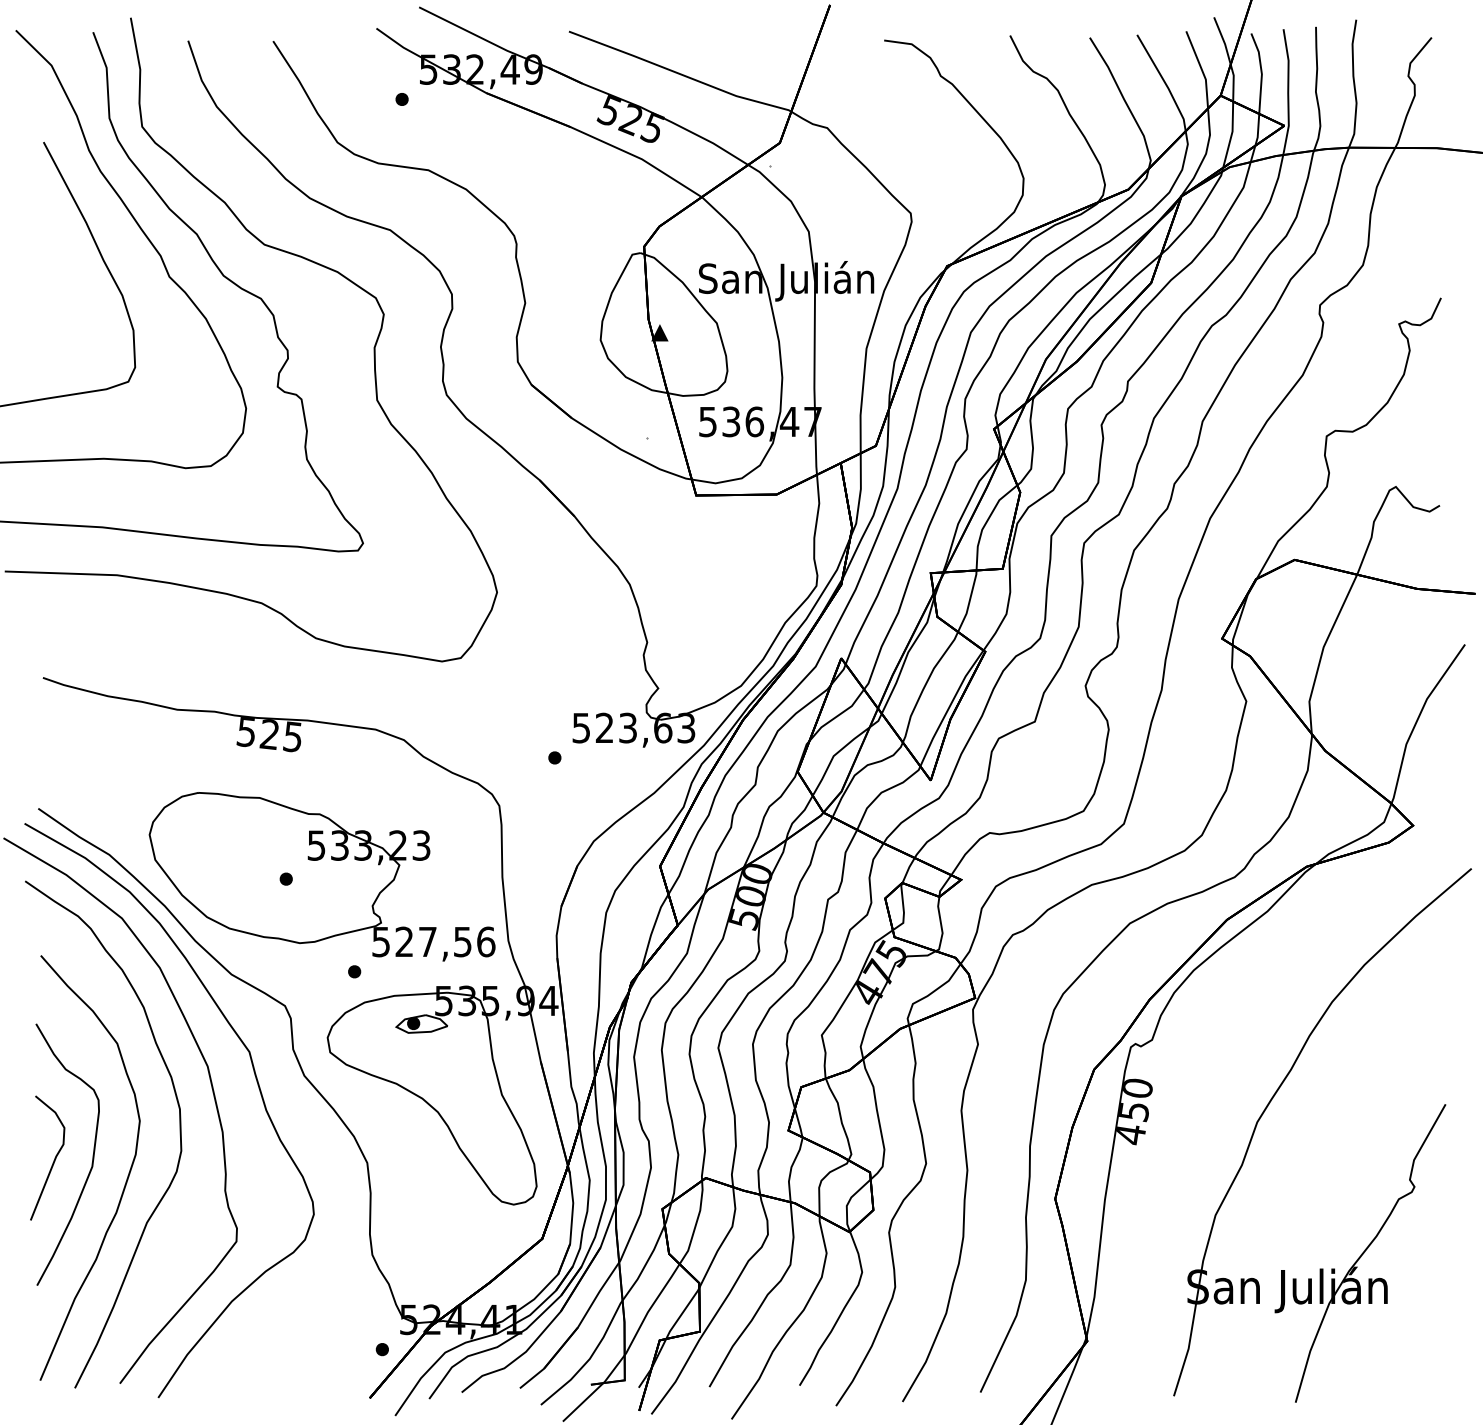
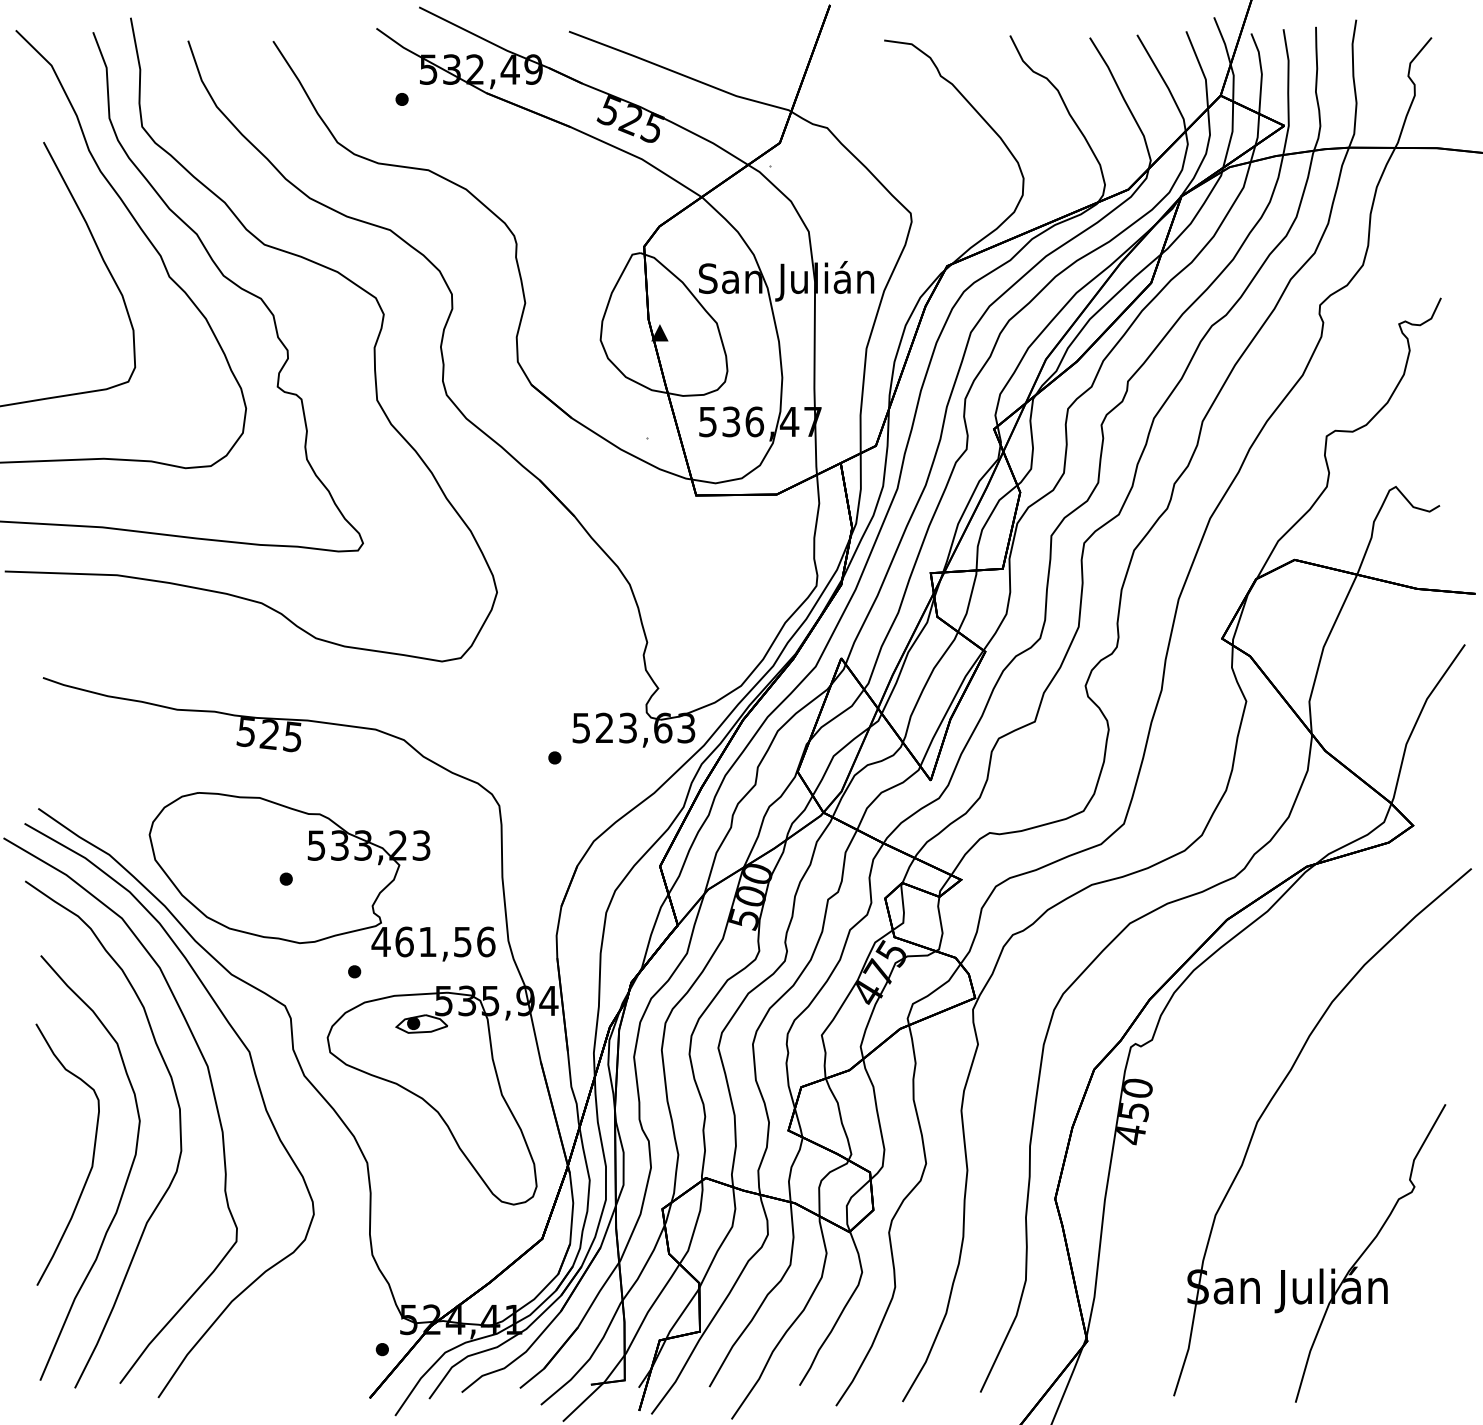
text at (403, 941): 527,56 -> 461,56
curve at (53, 1160): present -> none
